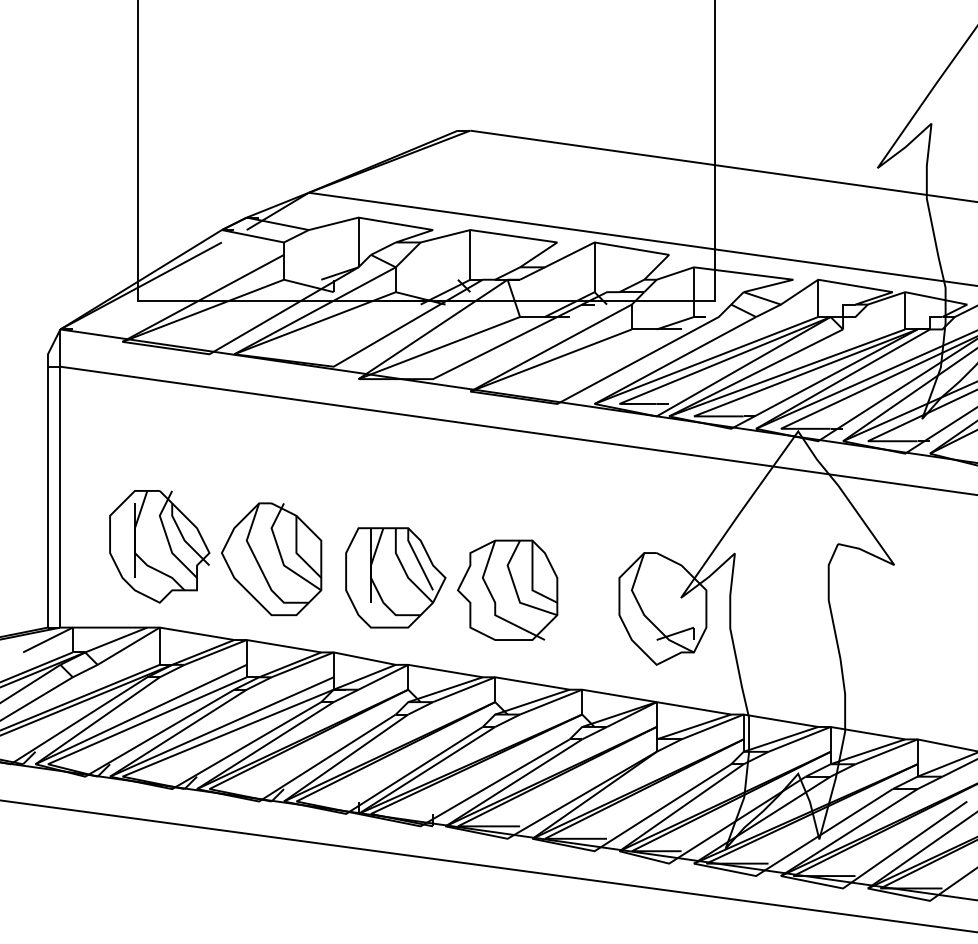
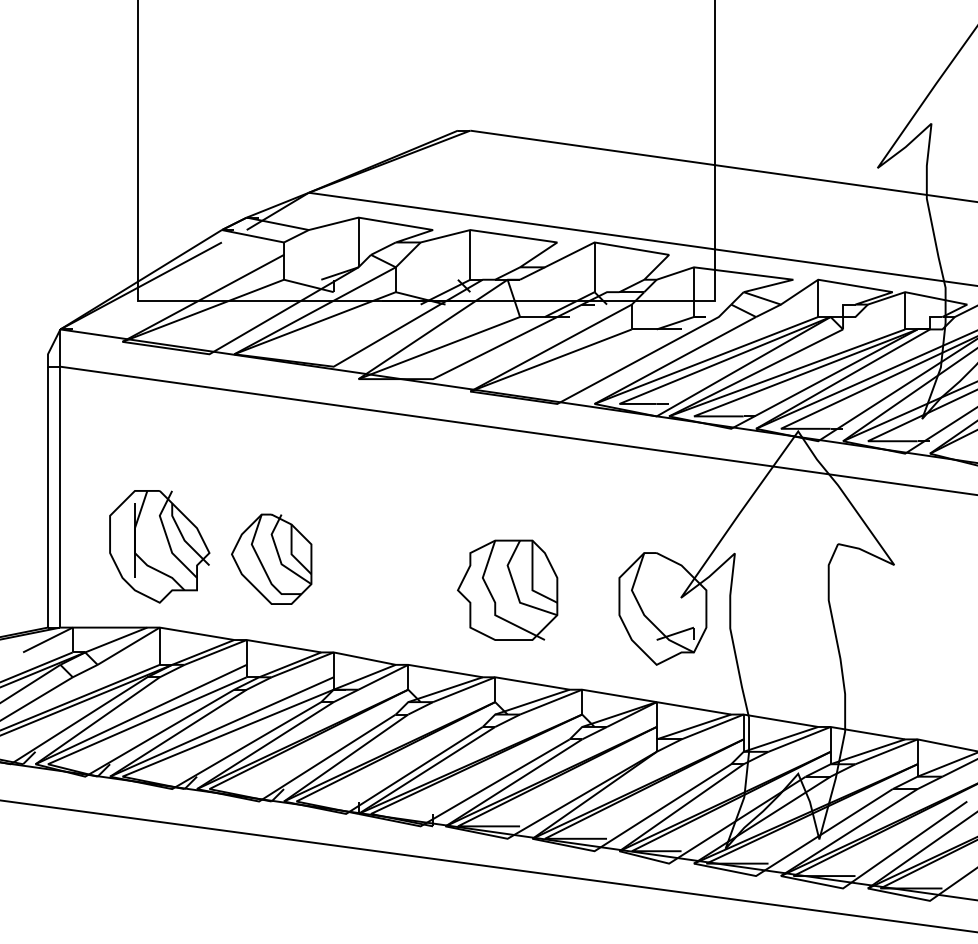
part at (271, 559) size: 102x115 px -> 82x92 px
part at (395, 577): present -> none
